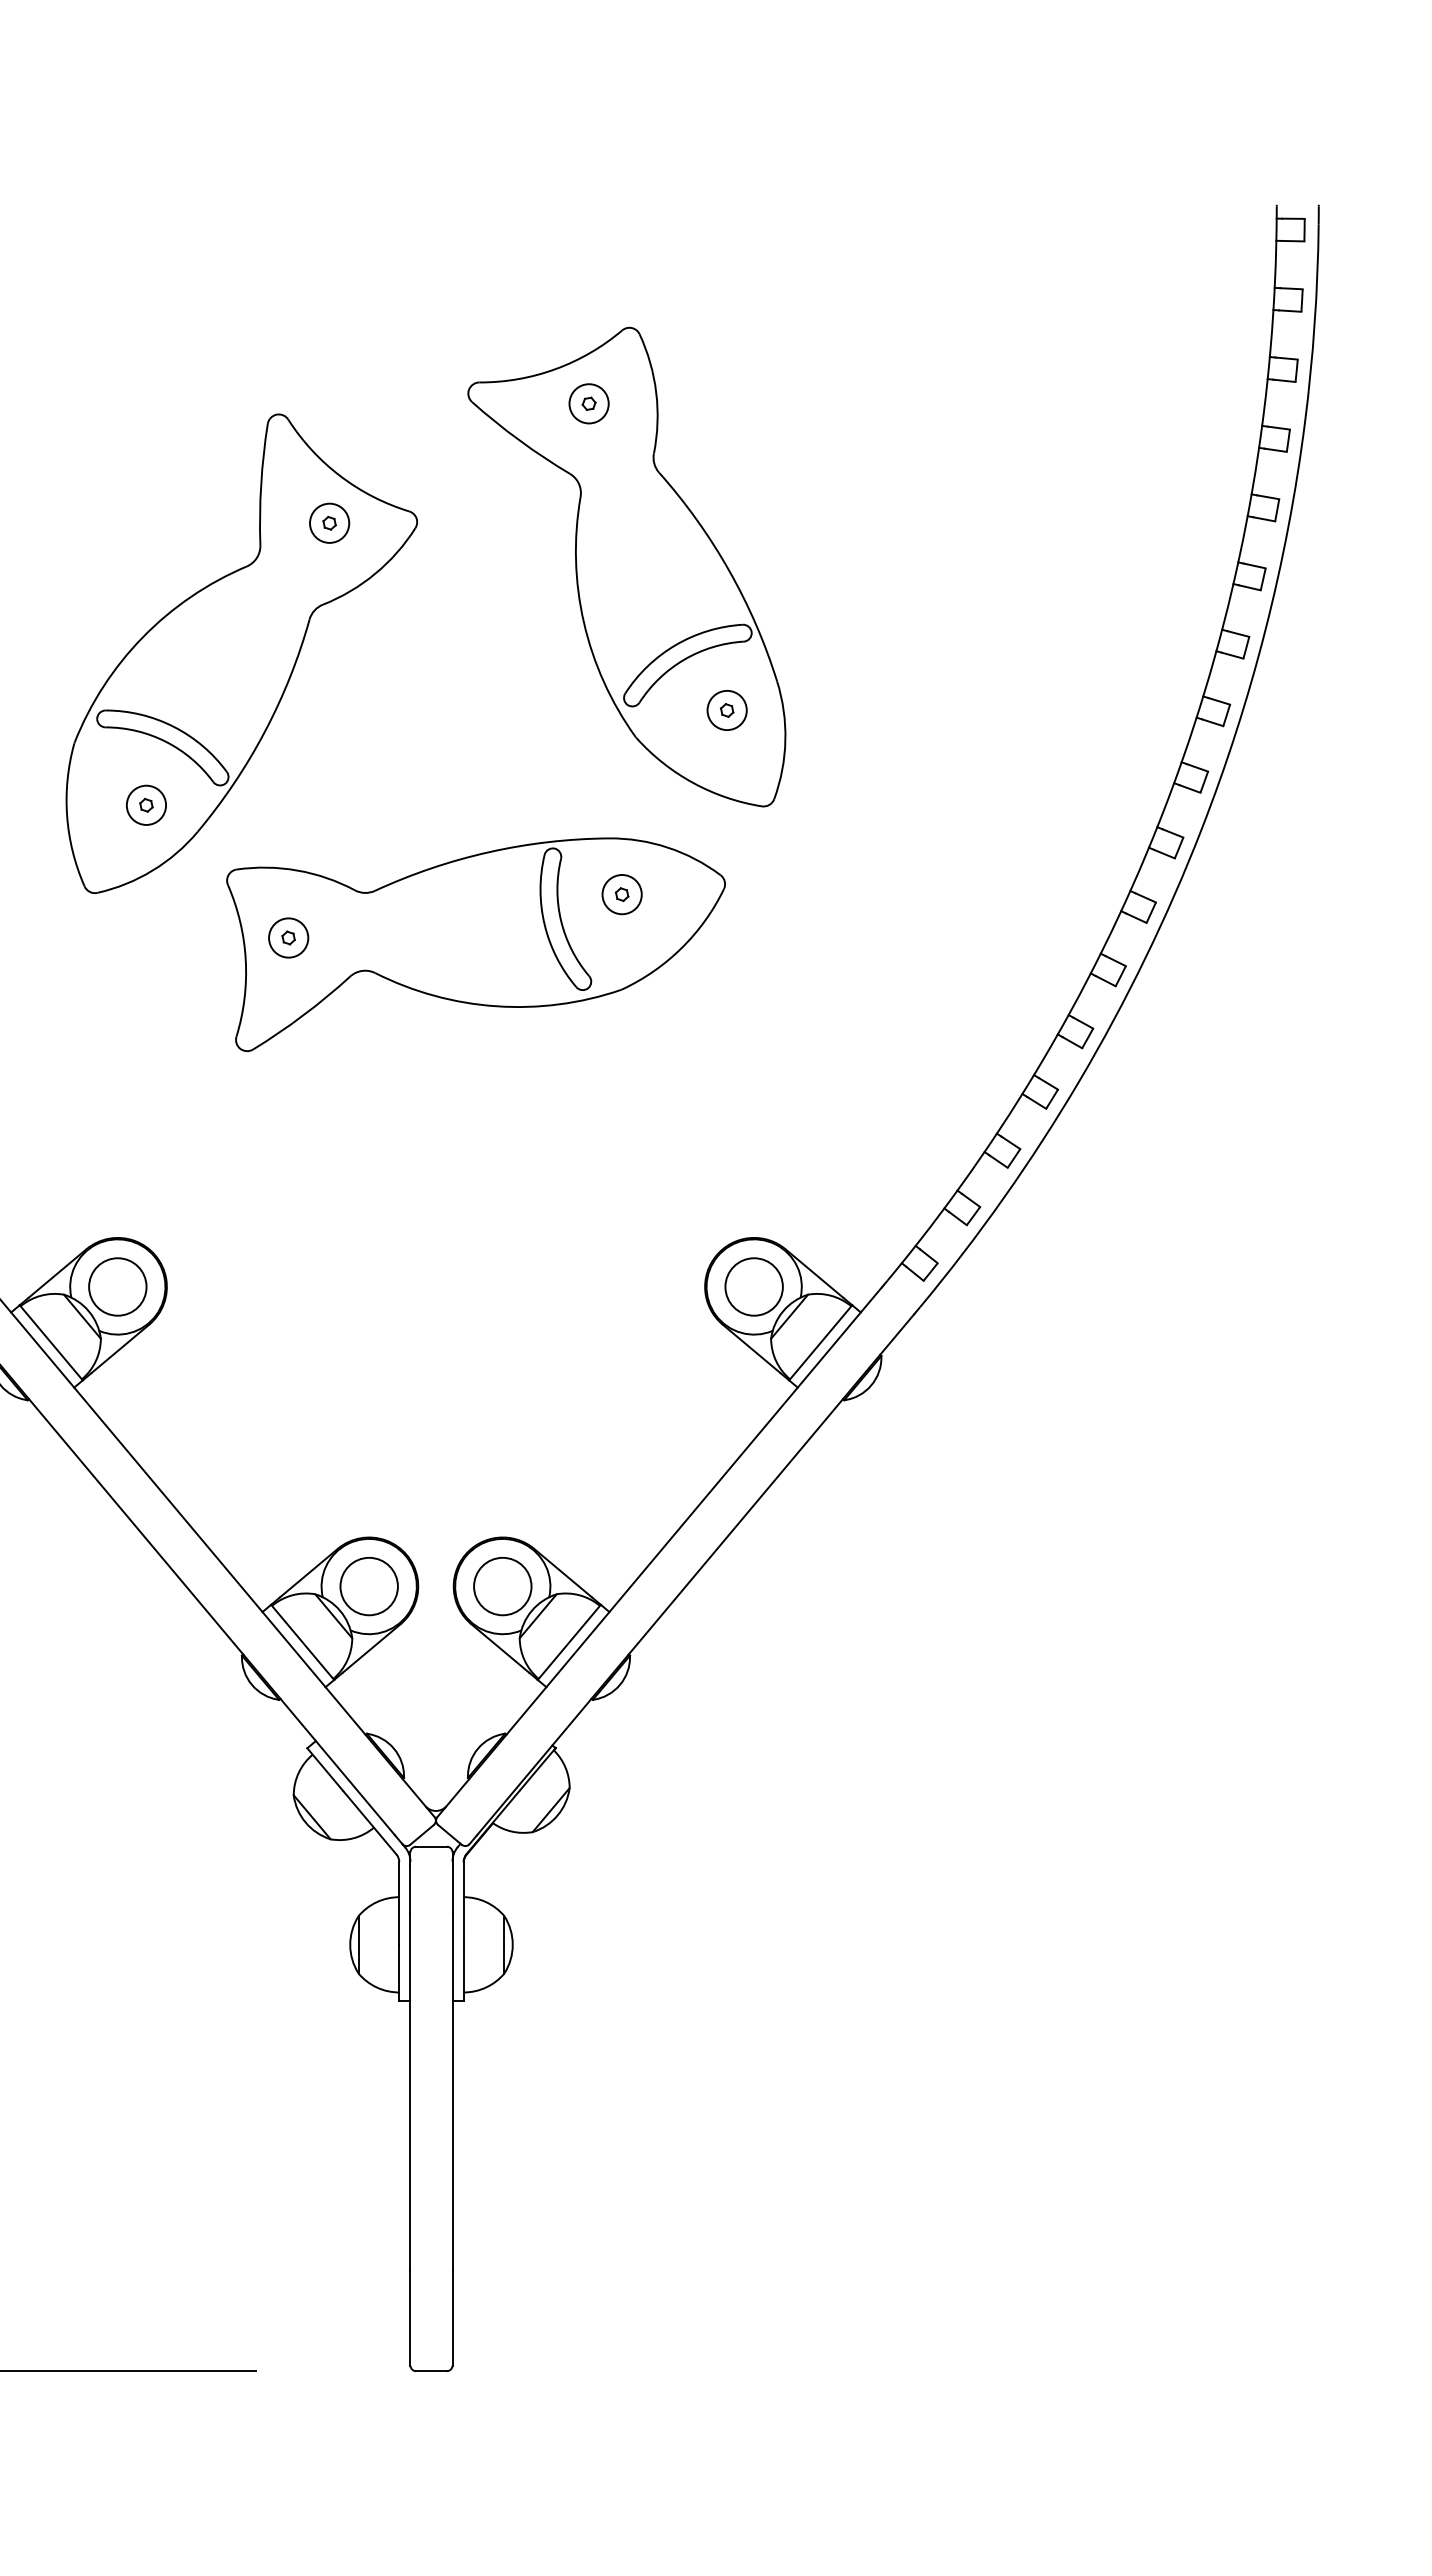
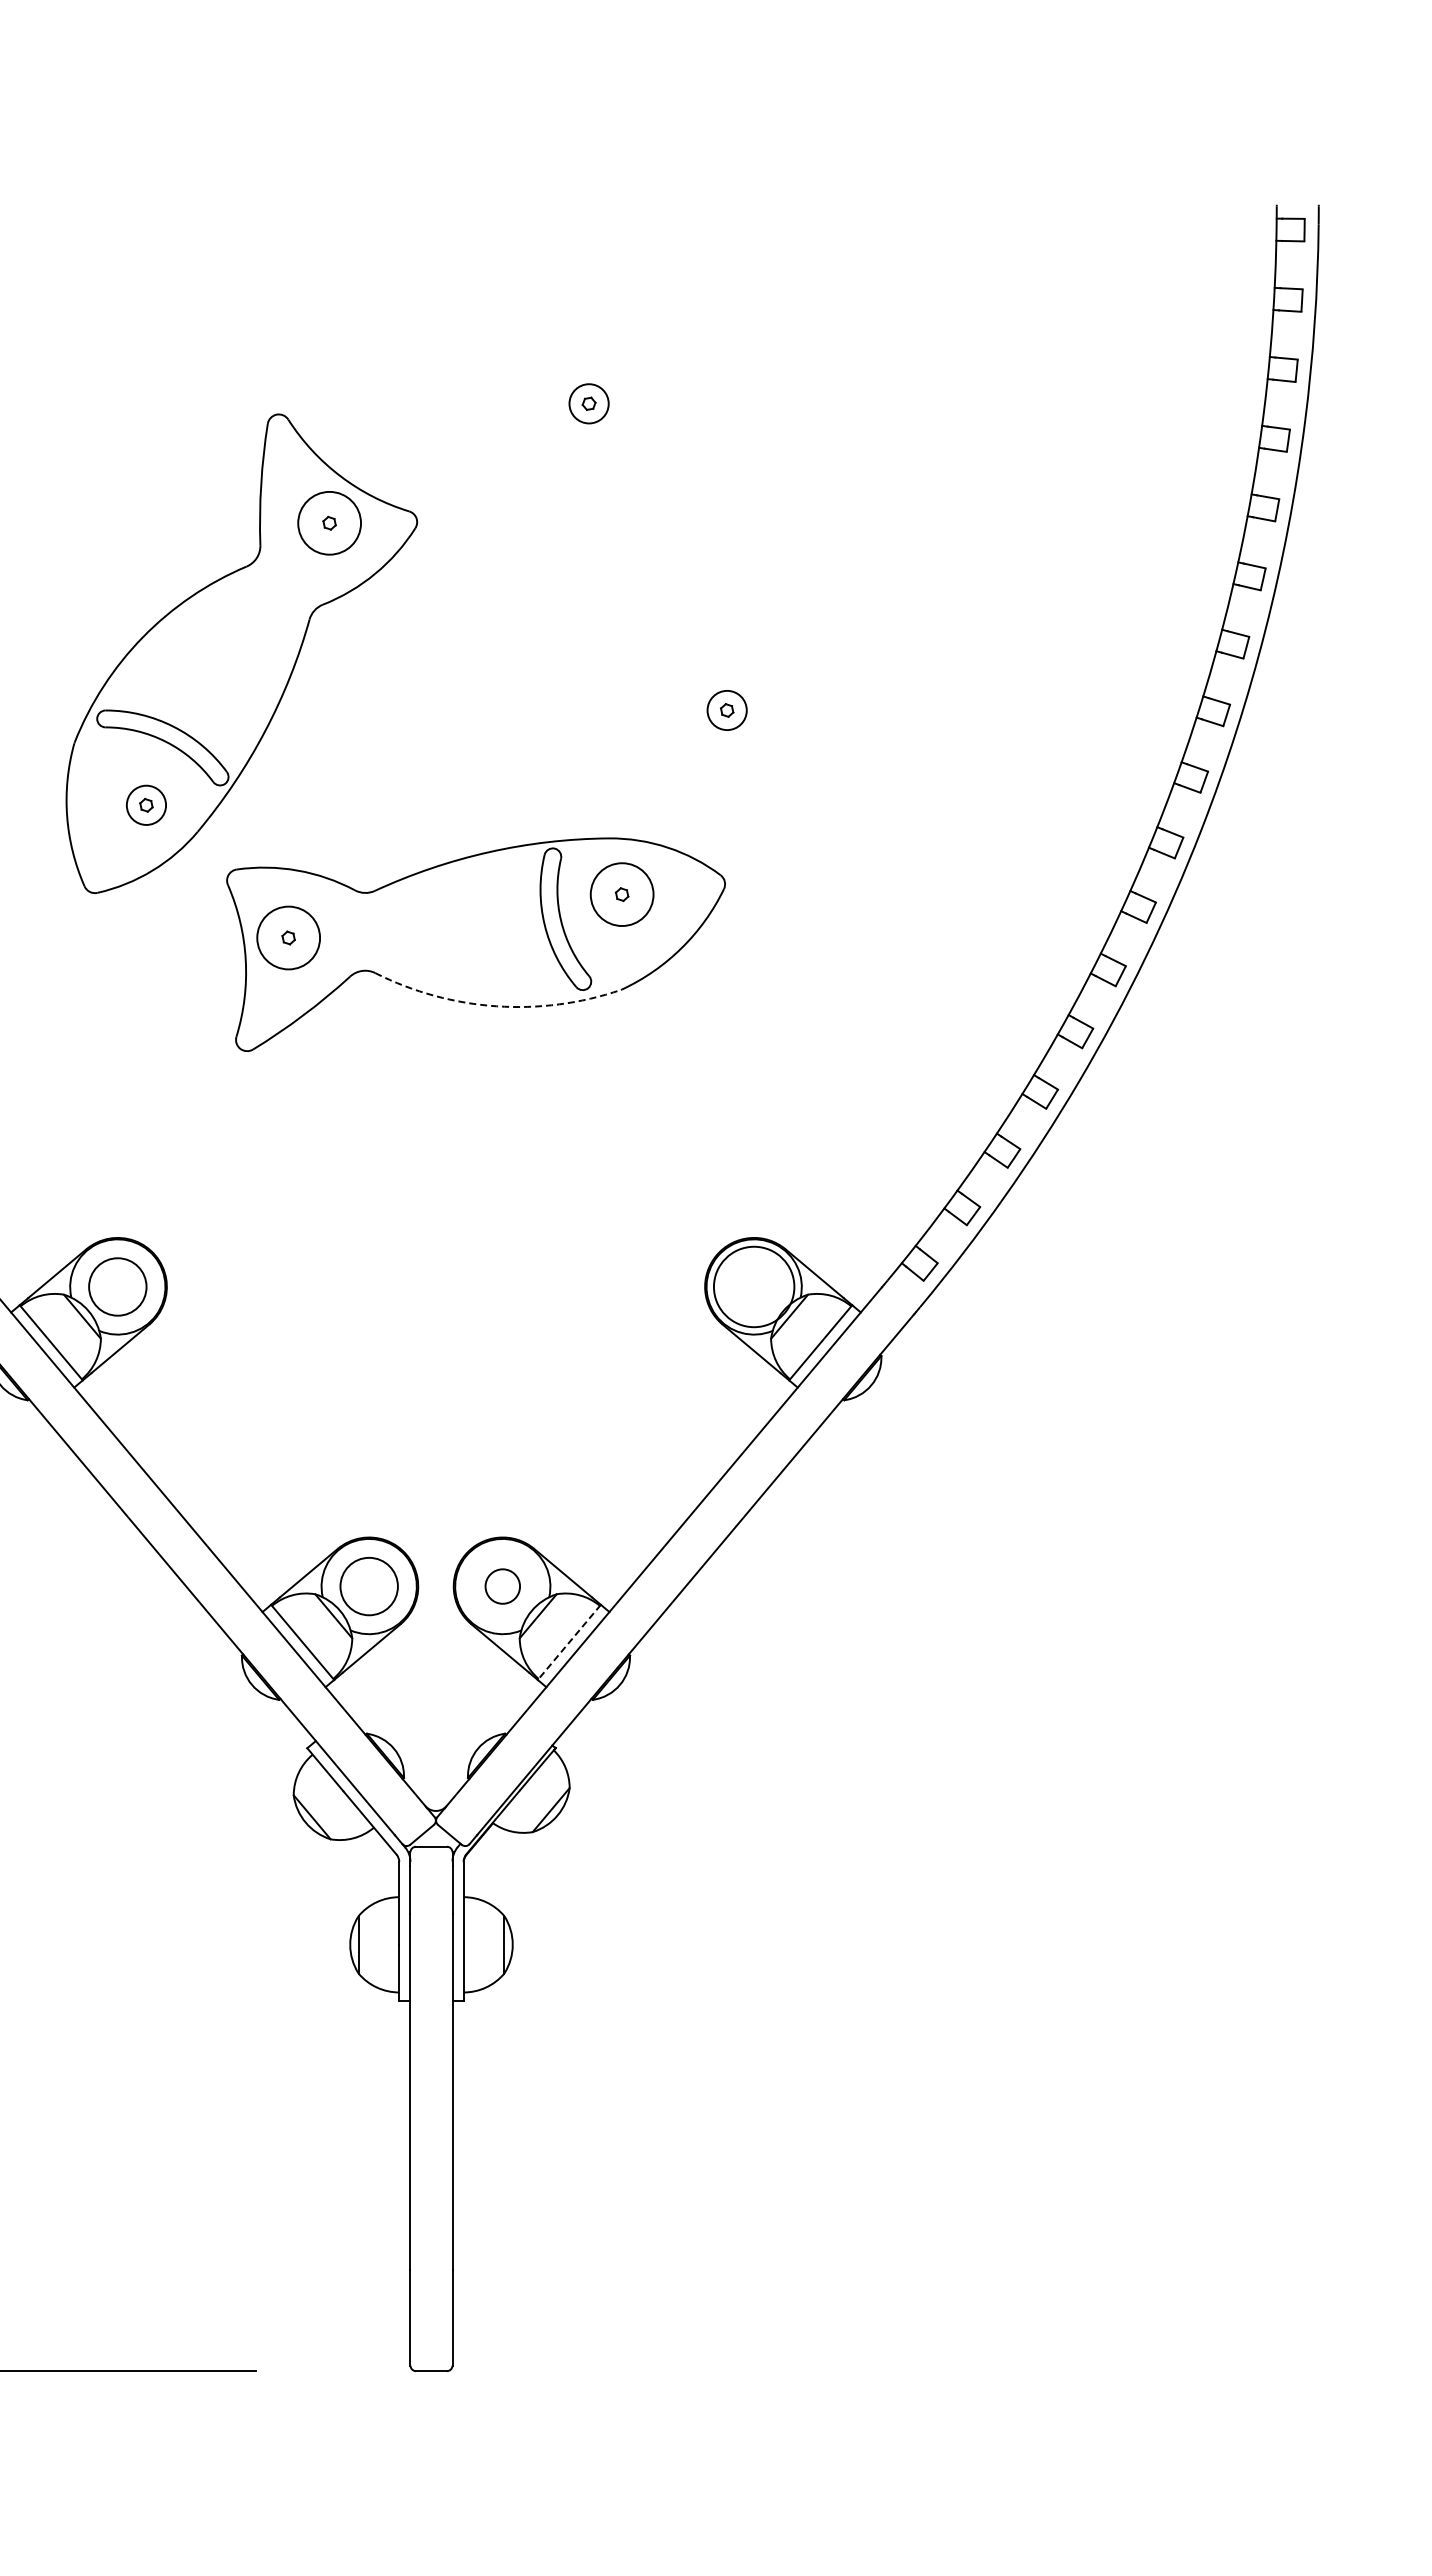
circle at (329, 522) diameter: 39 px -> 63 px
part at (626, 566): present -> none
circle at (621, 894) diameter: 39 px -> 63 px
circle at (288, 937) diameter: 39 px -> 63 px
arc at (496, 1006): solid -> dashed
circle at (753, 1286) diameter: 57 px -> 80 px
circle at (502, 1586) diameter: 57 px -> 34 px
line at (569, 1642): solid -> dashed
